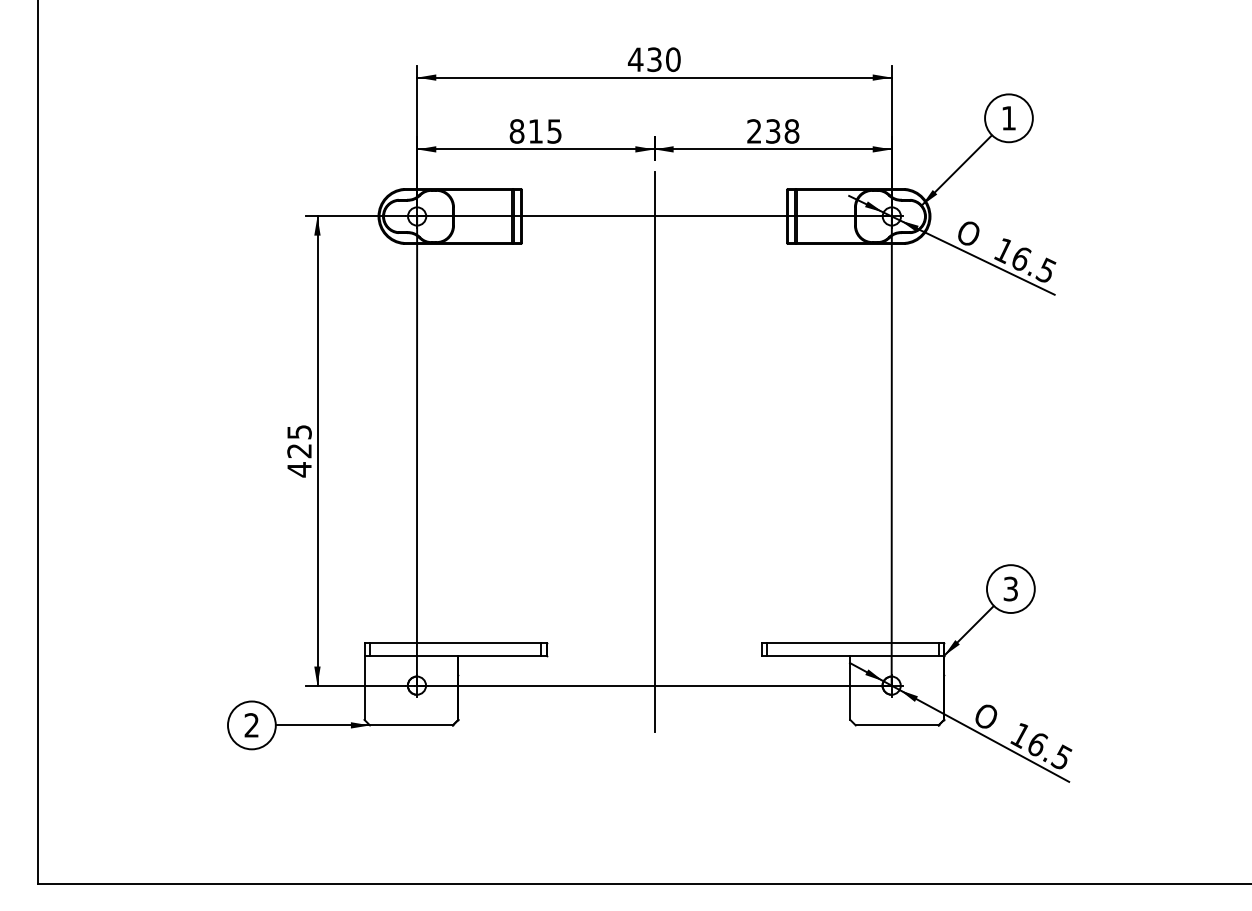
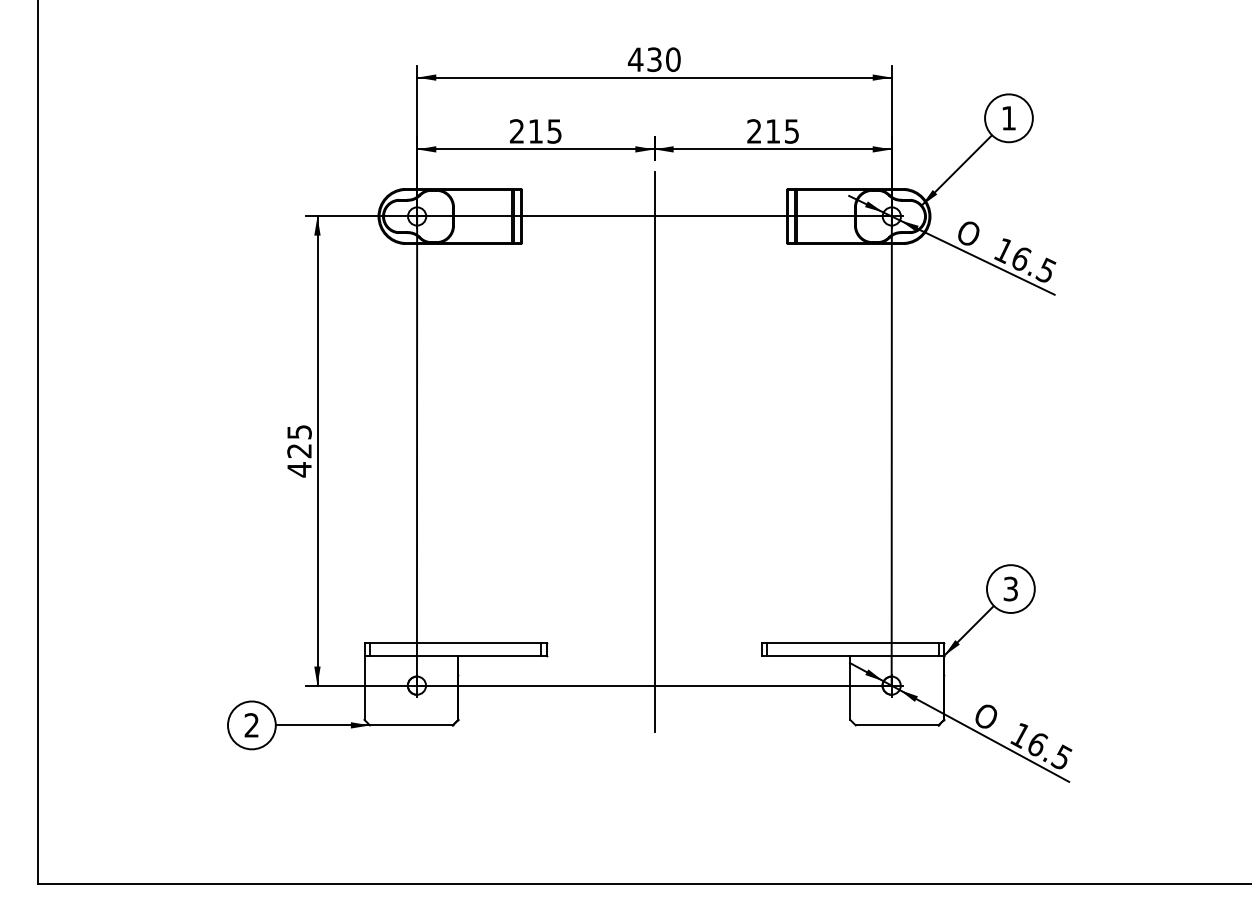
text at (516, 131): 815 -> 215
text at (782, 131): 238 -> 215
